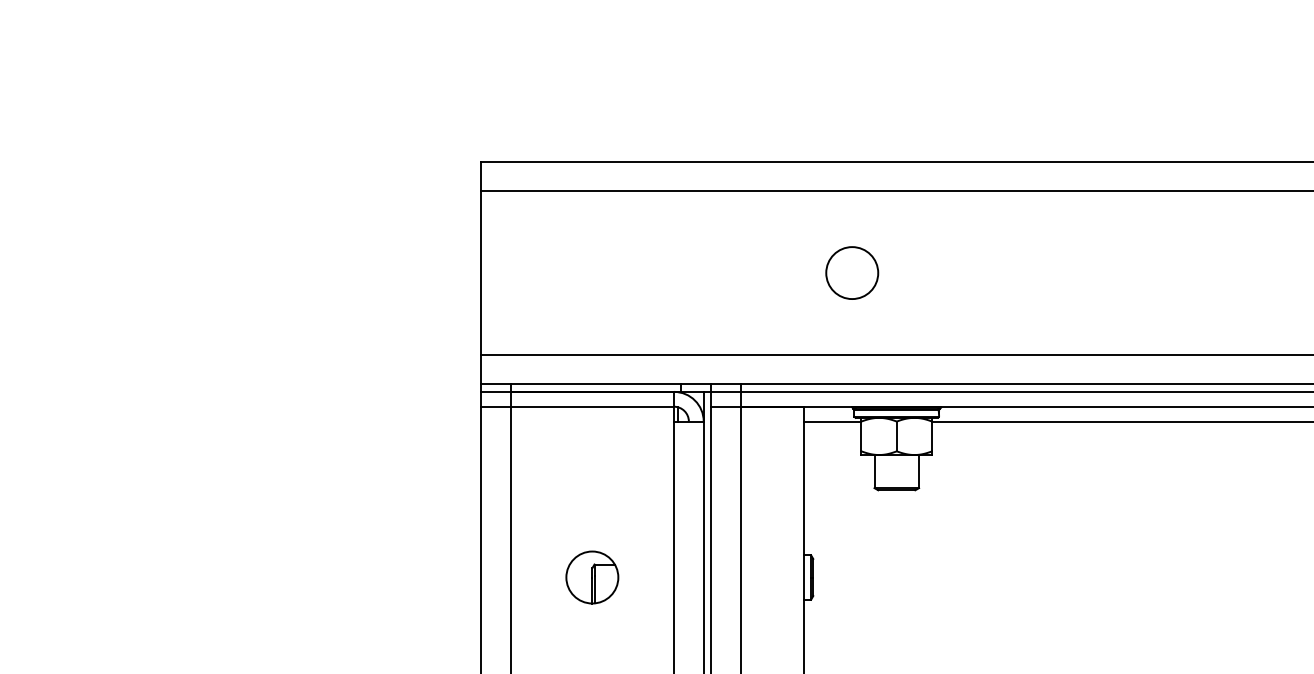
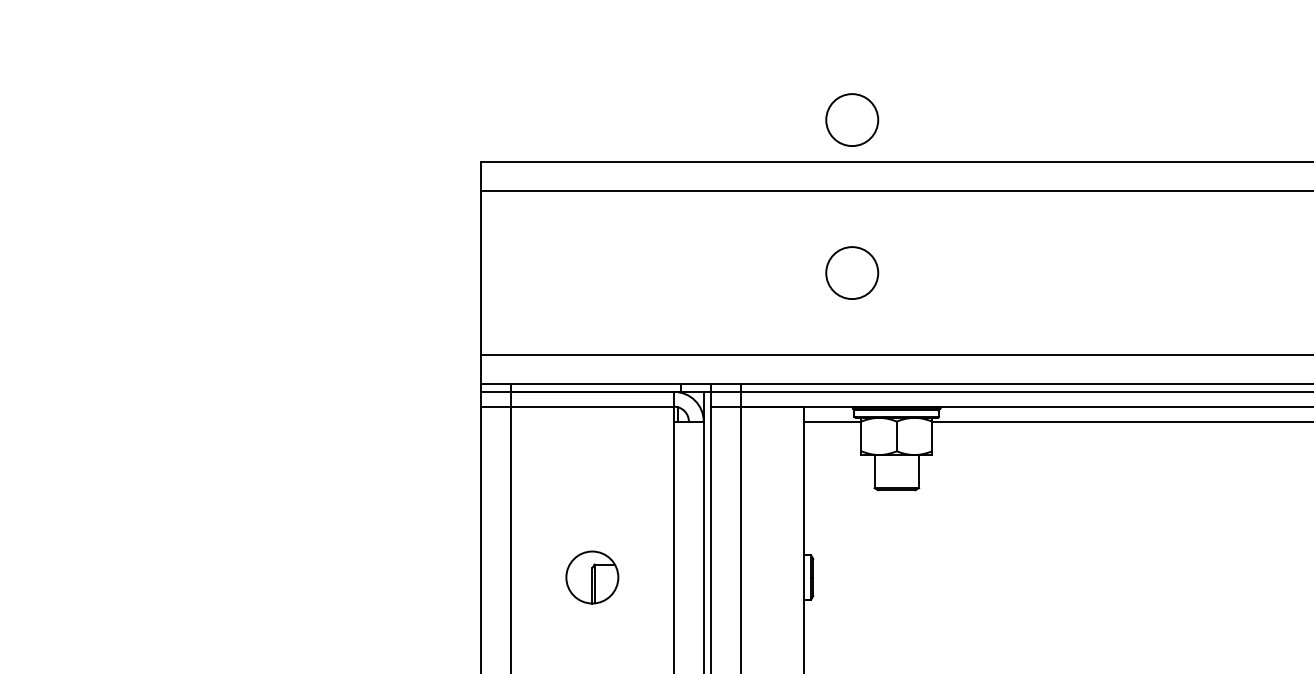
circle at (852, 119): none -> present
